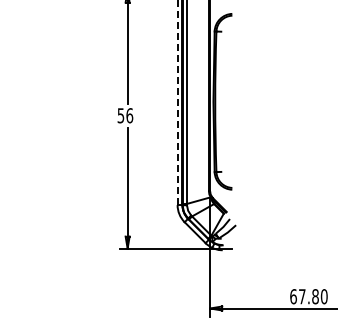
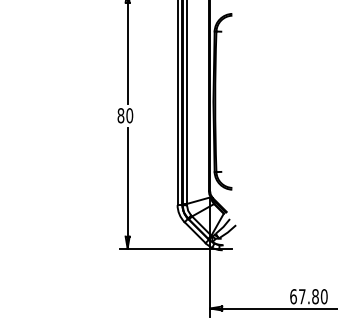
line at (177, 102): dashed -> solid
text at (125, 115): 56 -> 80
